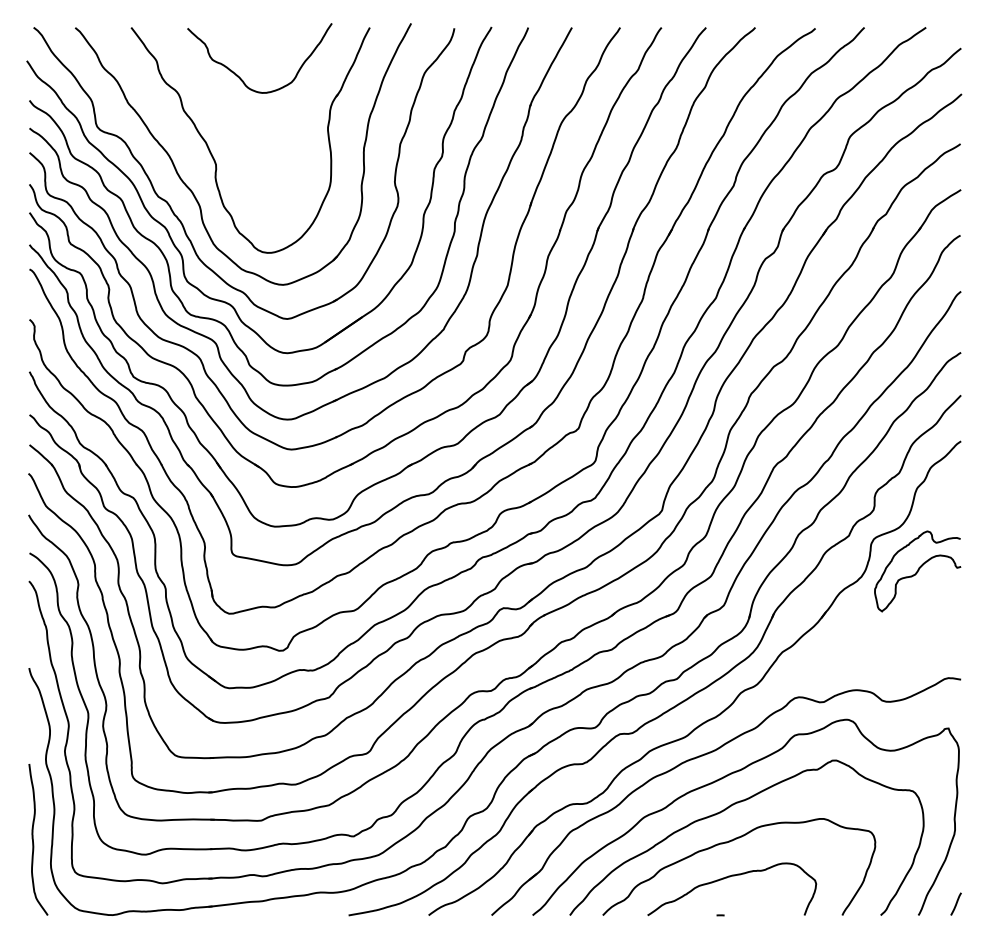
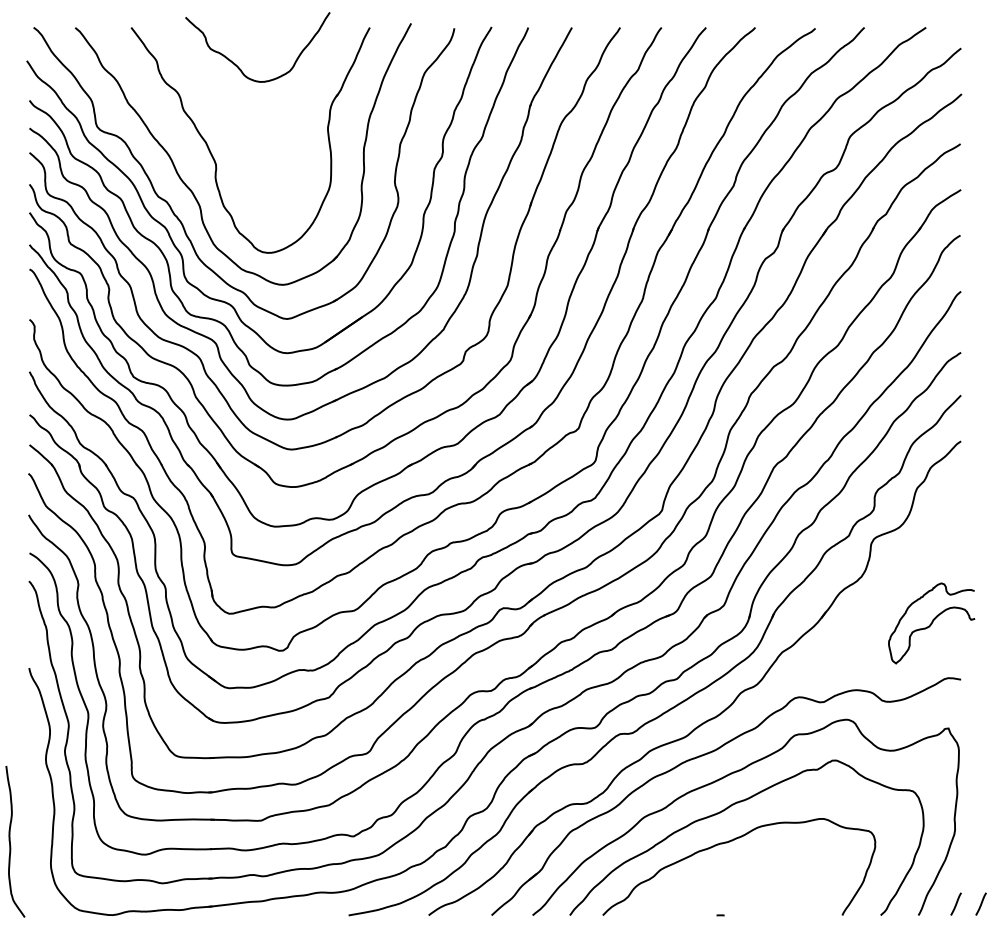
curve at (240, 77) position: (240, 77) -> (238, 66)
curve at (917, 571) position: (917, 571) -> (931, 623)
curve at (33, 839) position: (33, 839) -> (10, 841)
curve at (727, 878): present -> none
line at (980, 903): none -> present
